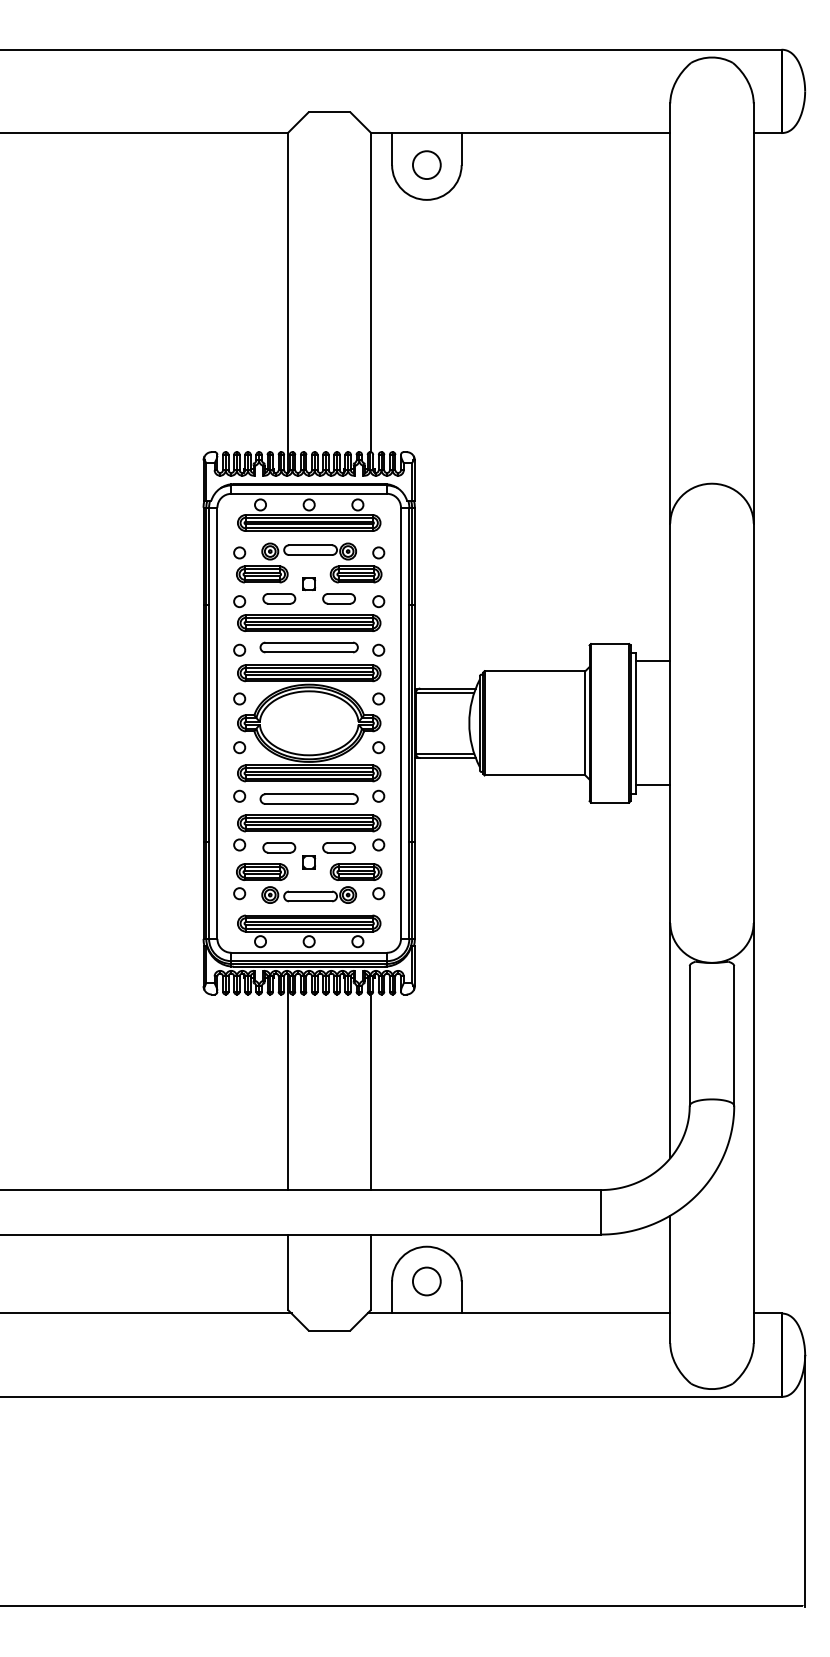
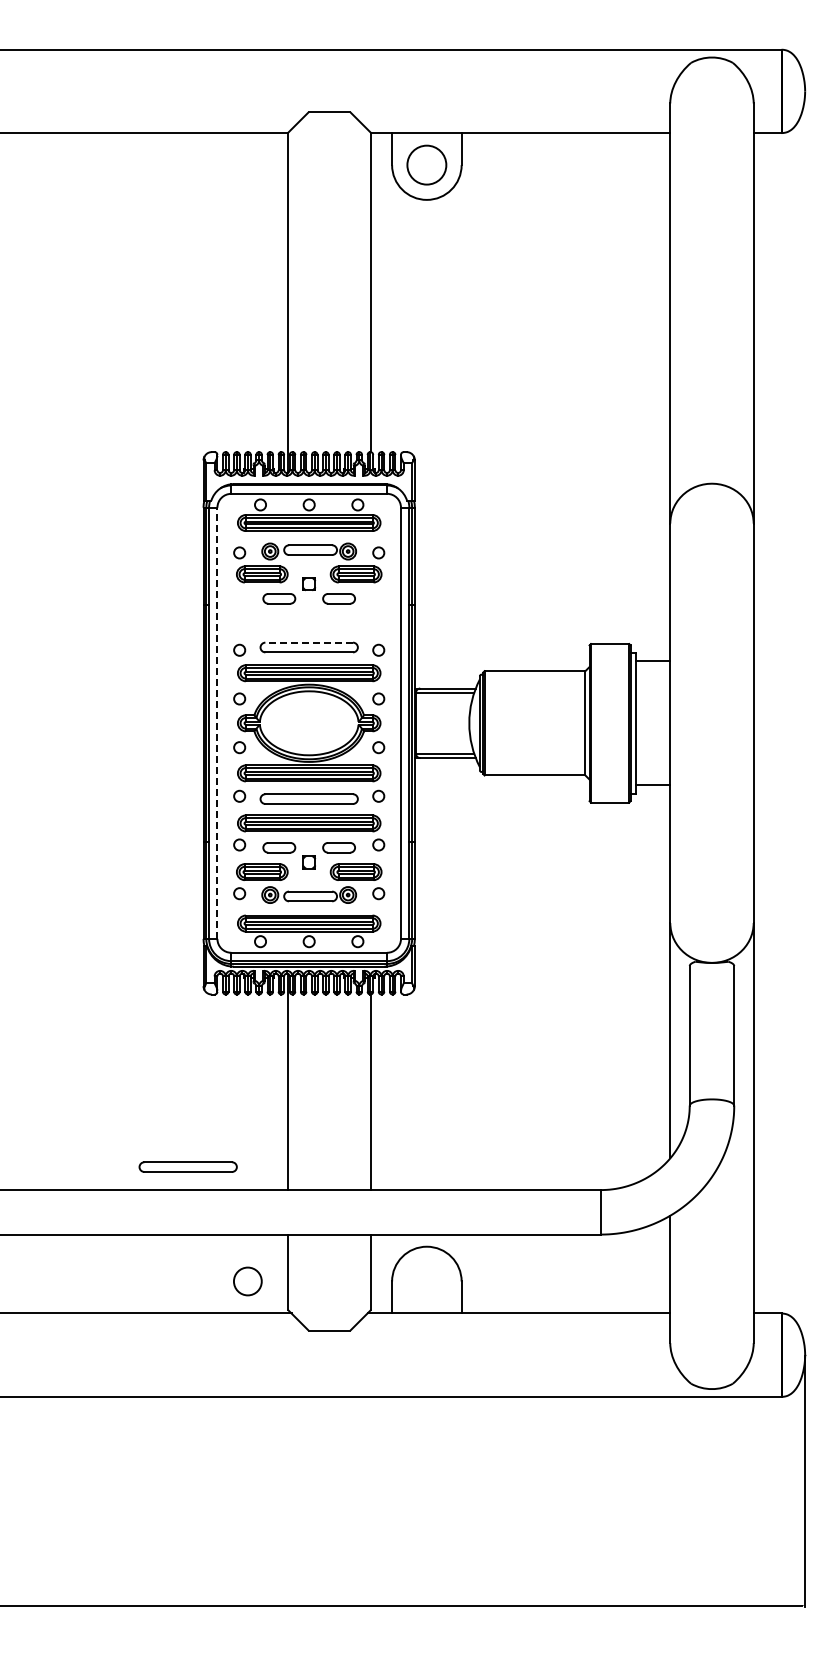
circle at (426, 165) diameter: 28 px -> 39 px
part at (309, 613): present -> none
line at (309, 642): solid -> dashed
line at (217, 723): solid -> dashed
part at (187, 1166): none -> present
circle at (426, 1281) position: (426, 1281) -> (247, 1281)
